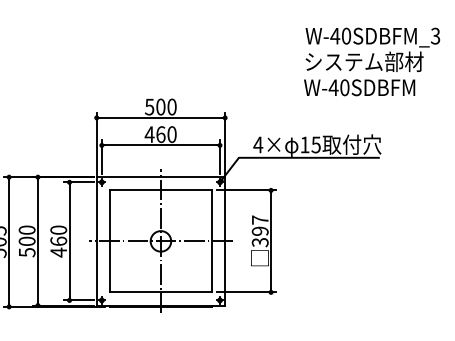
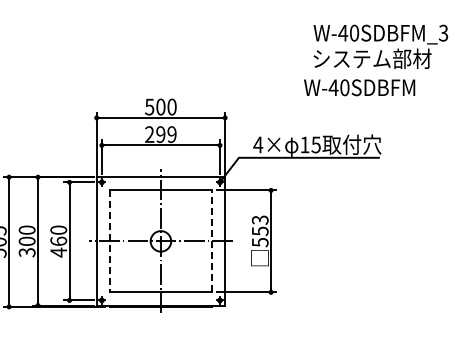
text at (372, 49) position: (372, 49) -> (380, 46)
text at (160, 134): 460 -> 299
text at (259, 230): 397 -> 553
line at (109, 241): solid -> dashed
line at (211, 241): solid -> dashed
text at (26, 252): 500 -> 300
